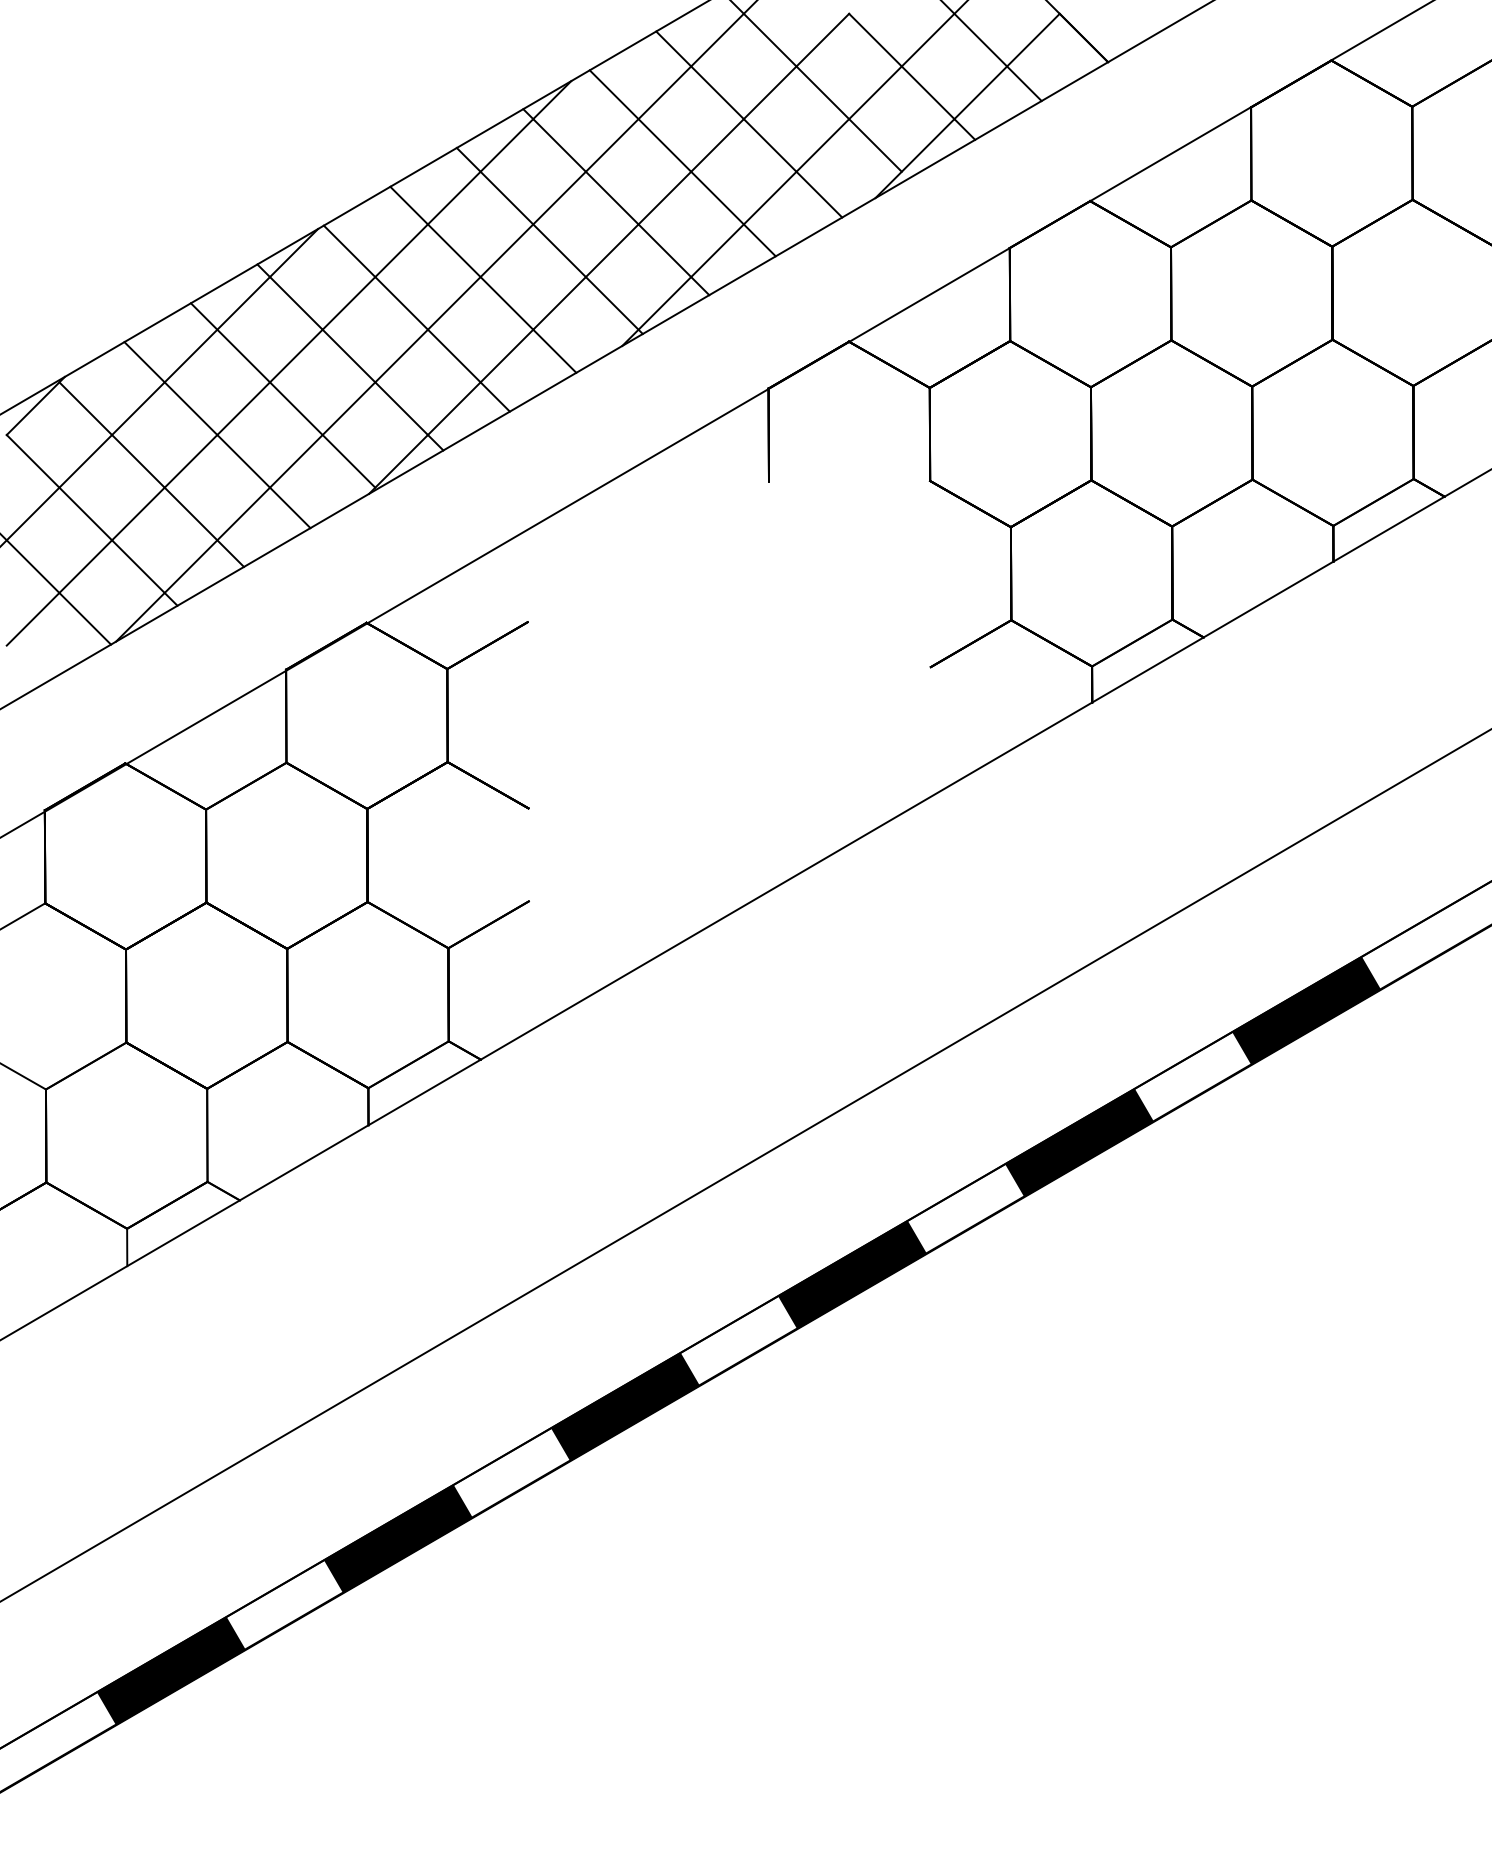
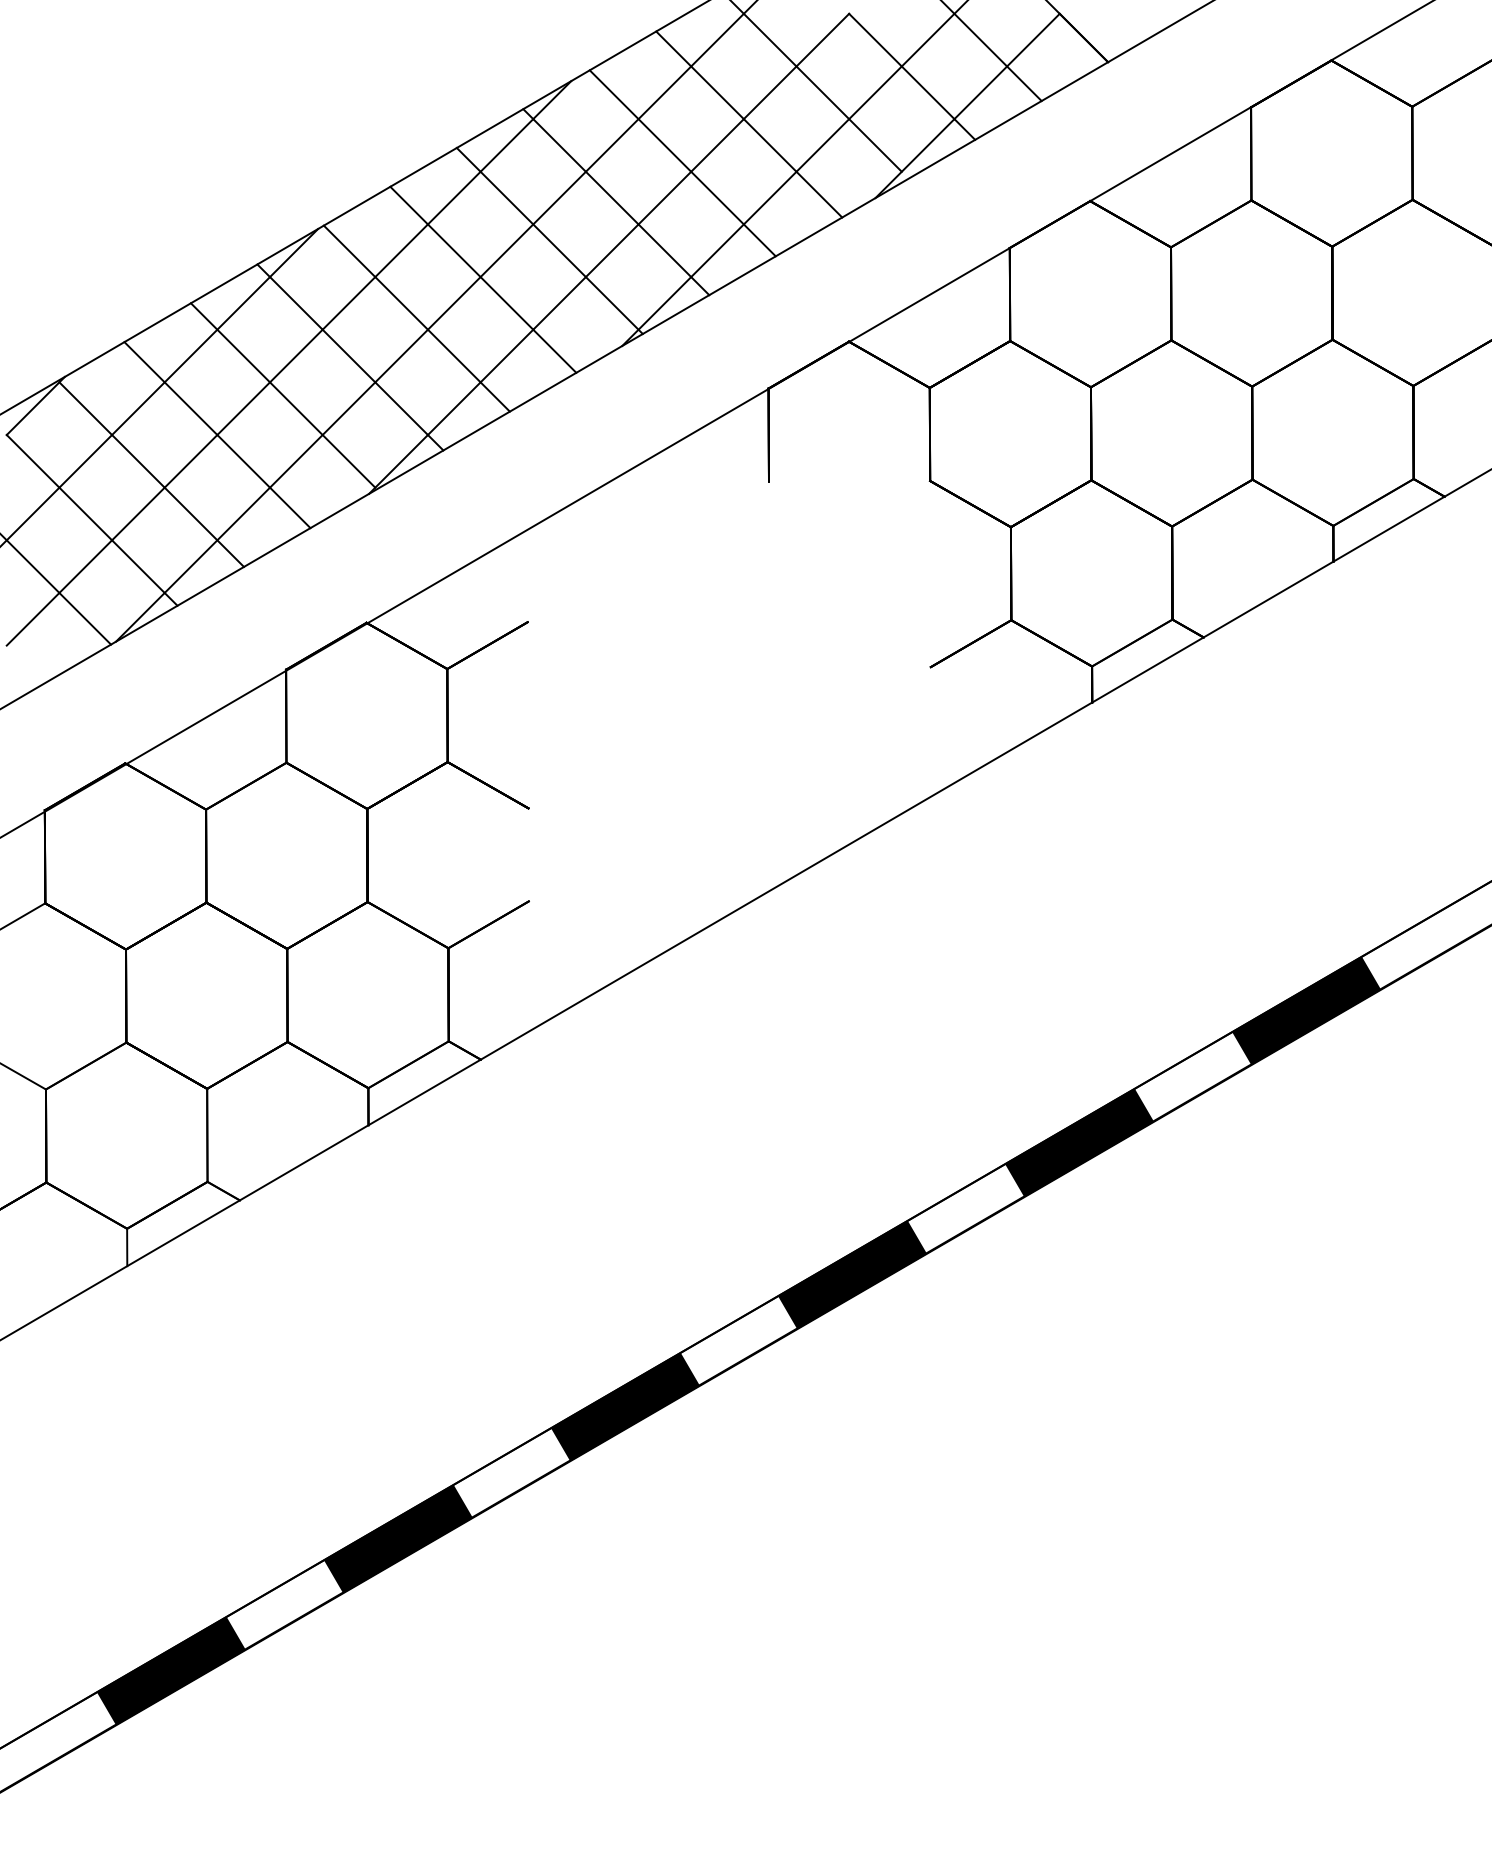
line at (745, 1165): present -> none
